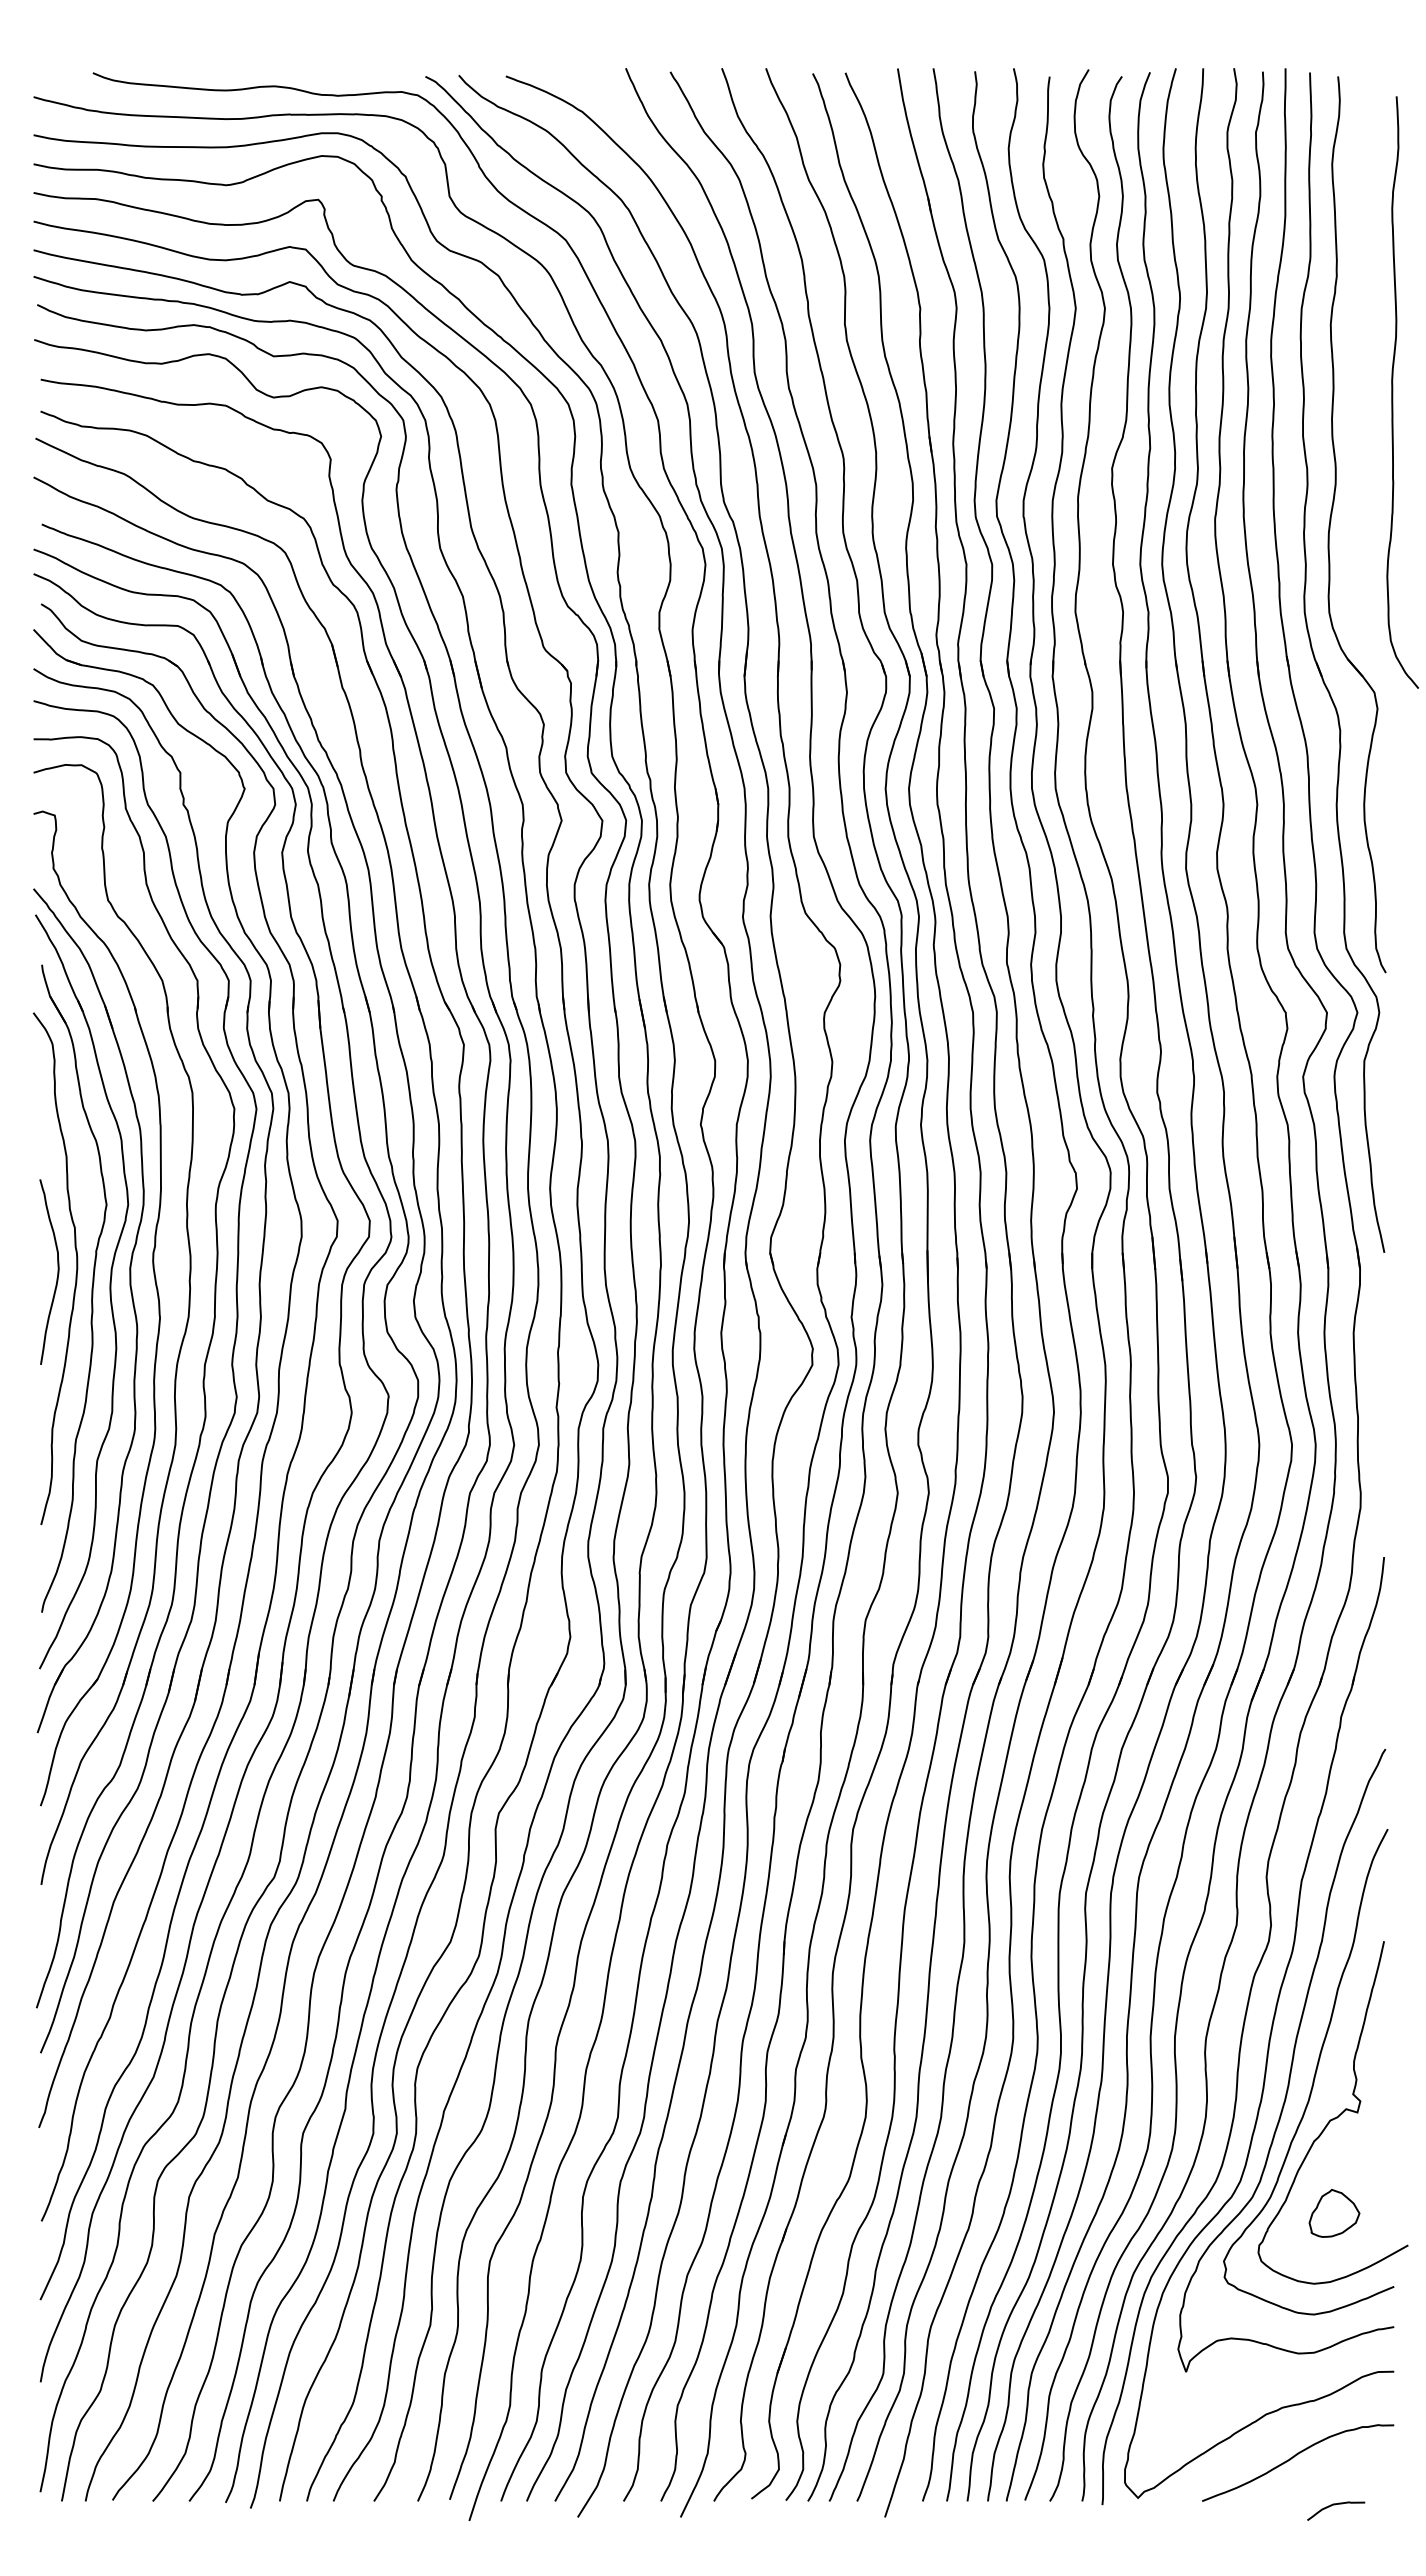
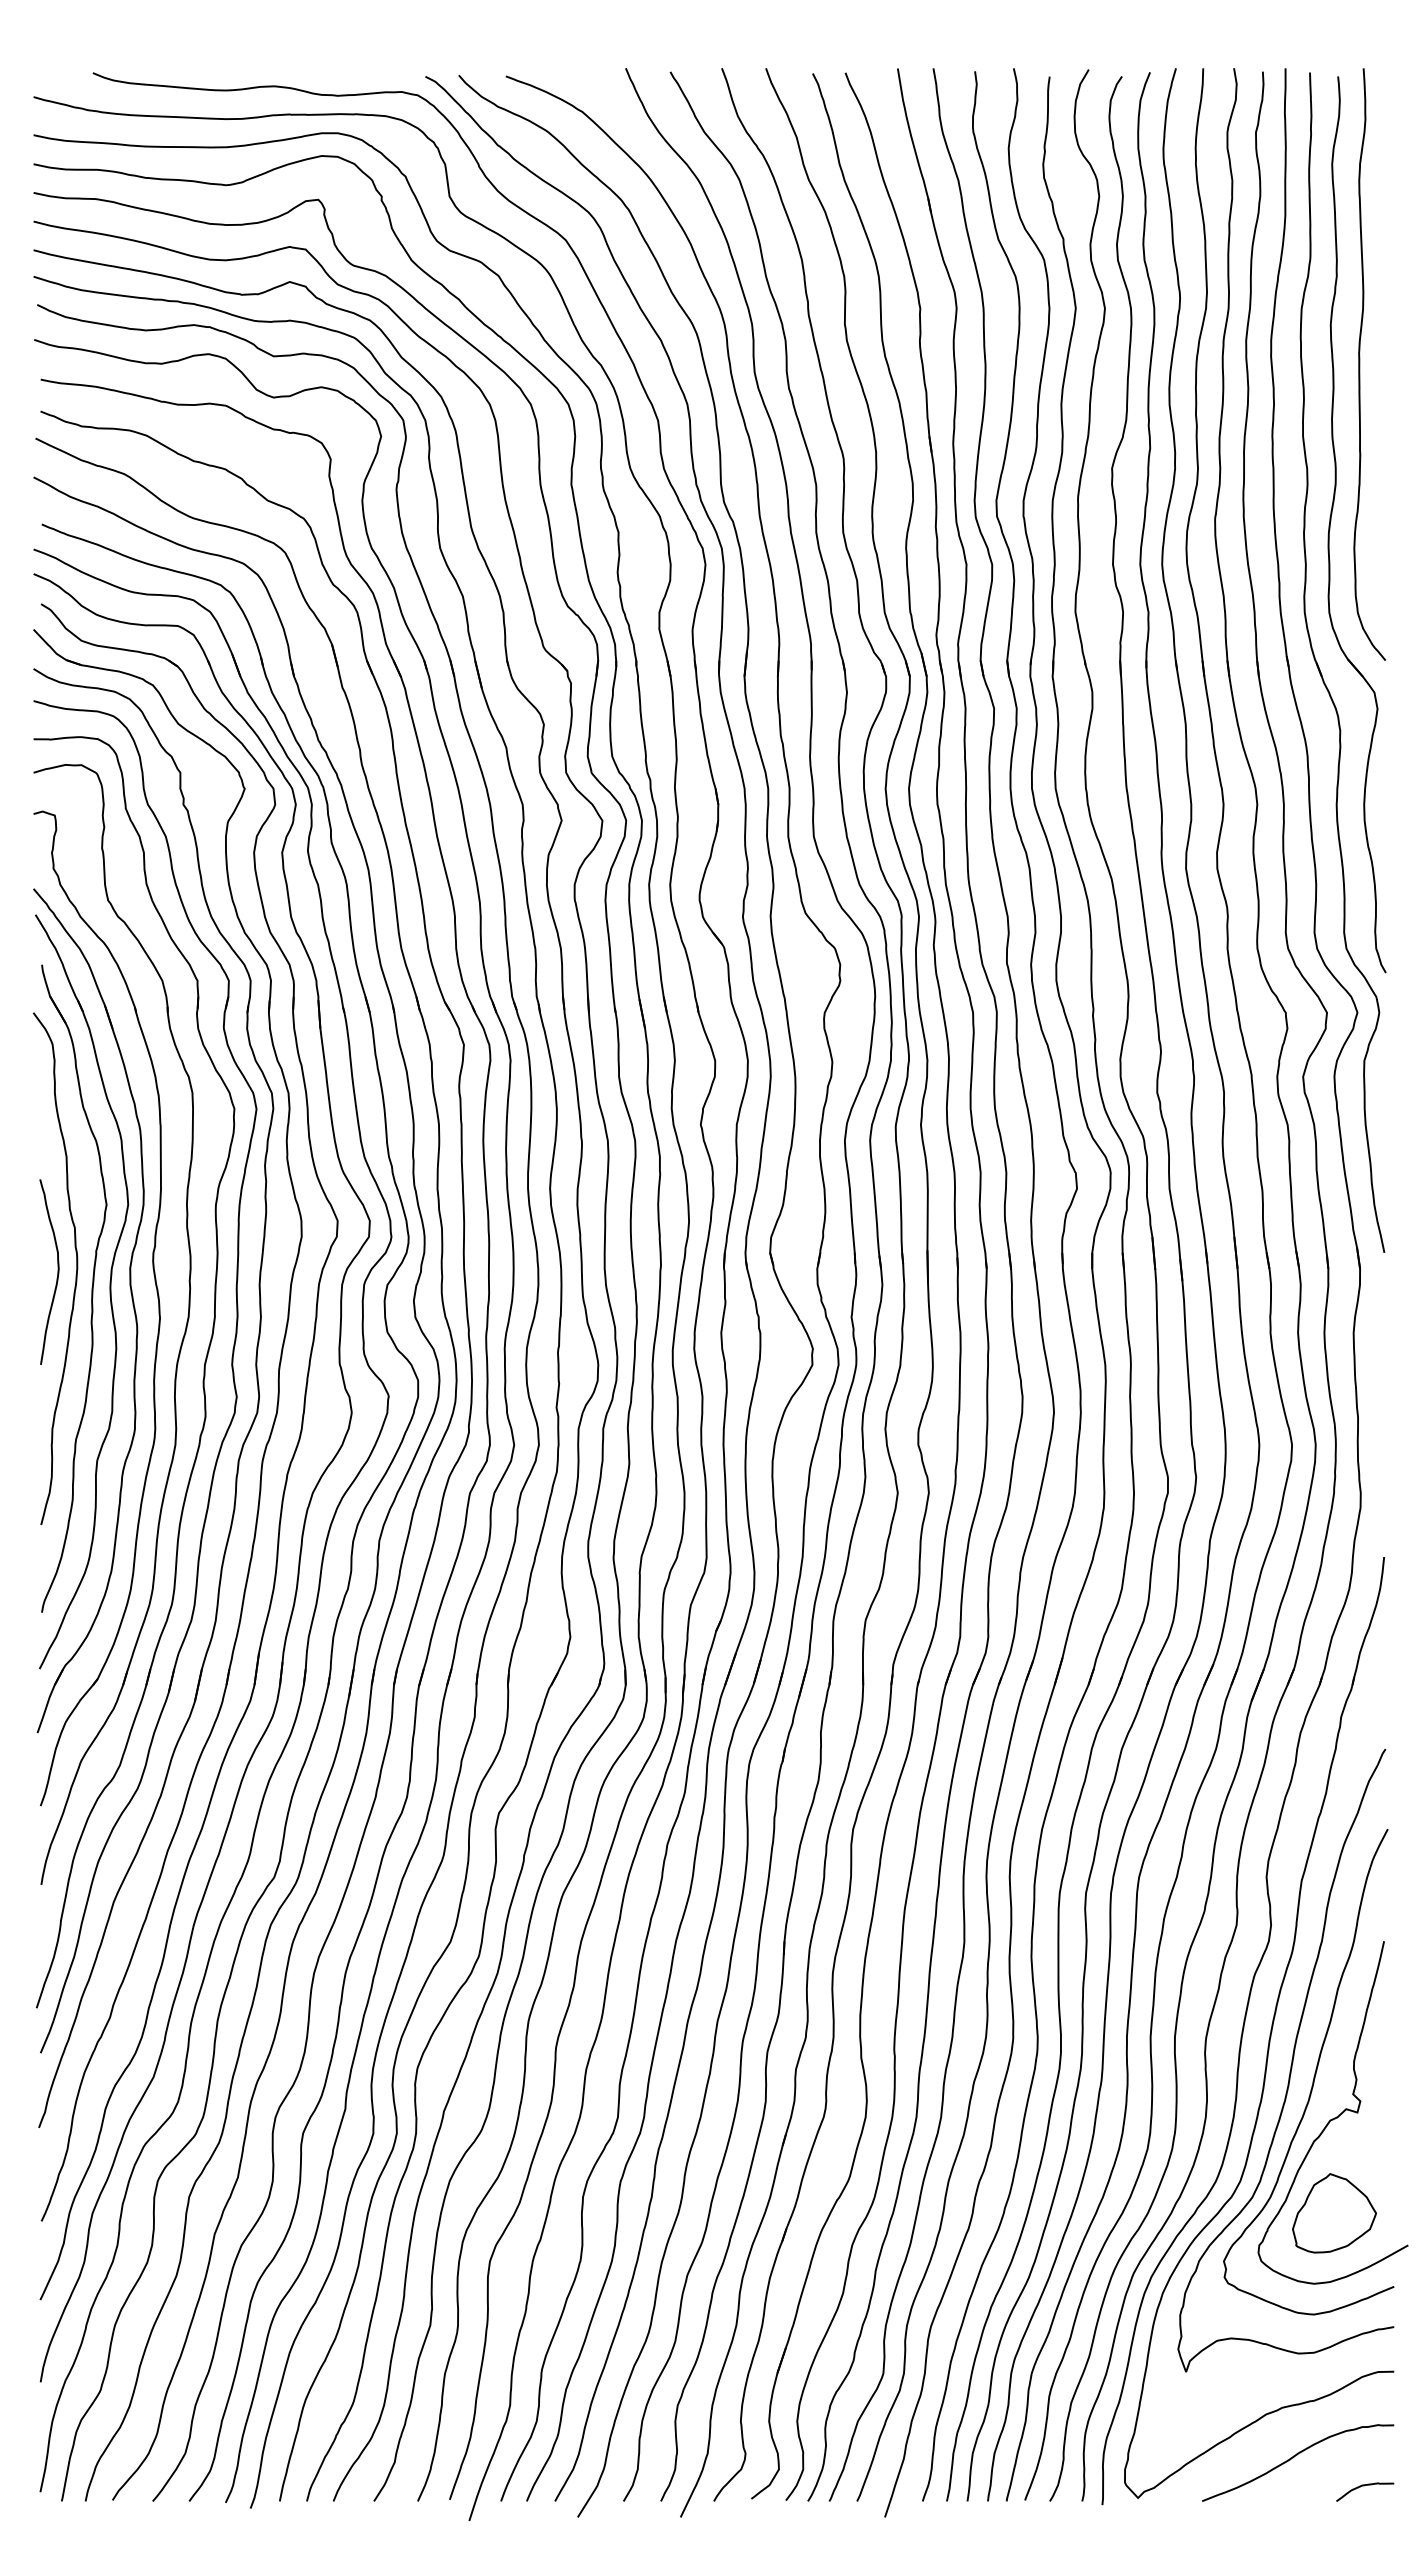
curve at (1393, 392) position: (1393, 392) -> (1360, 364)
part at (1334, 2213) size: 53x49 px -> 85x81 px
curve at (1335, 2505) position: (1335, 2505) -> (1364, 2486)
